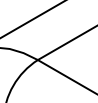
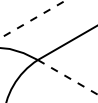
line at (33, 19): solid -> dashed
line at (68, 77): solid -> dashed
